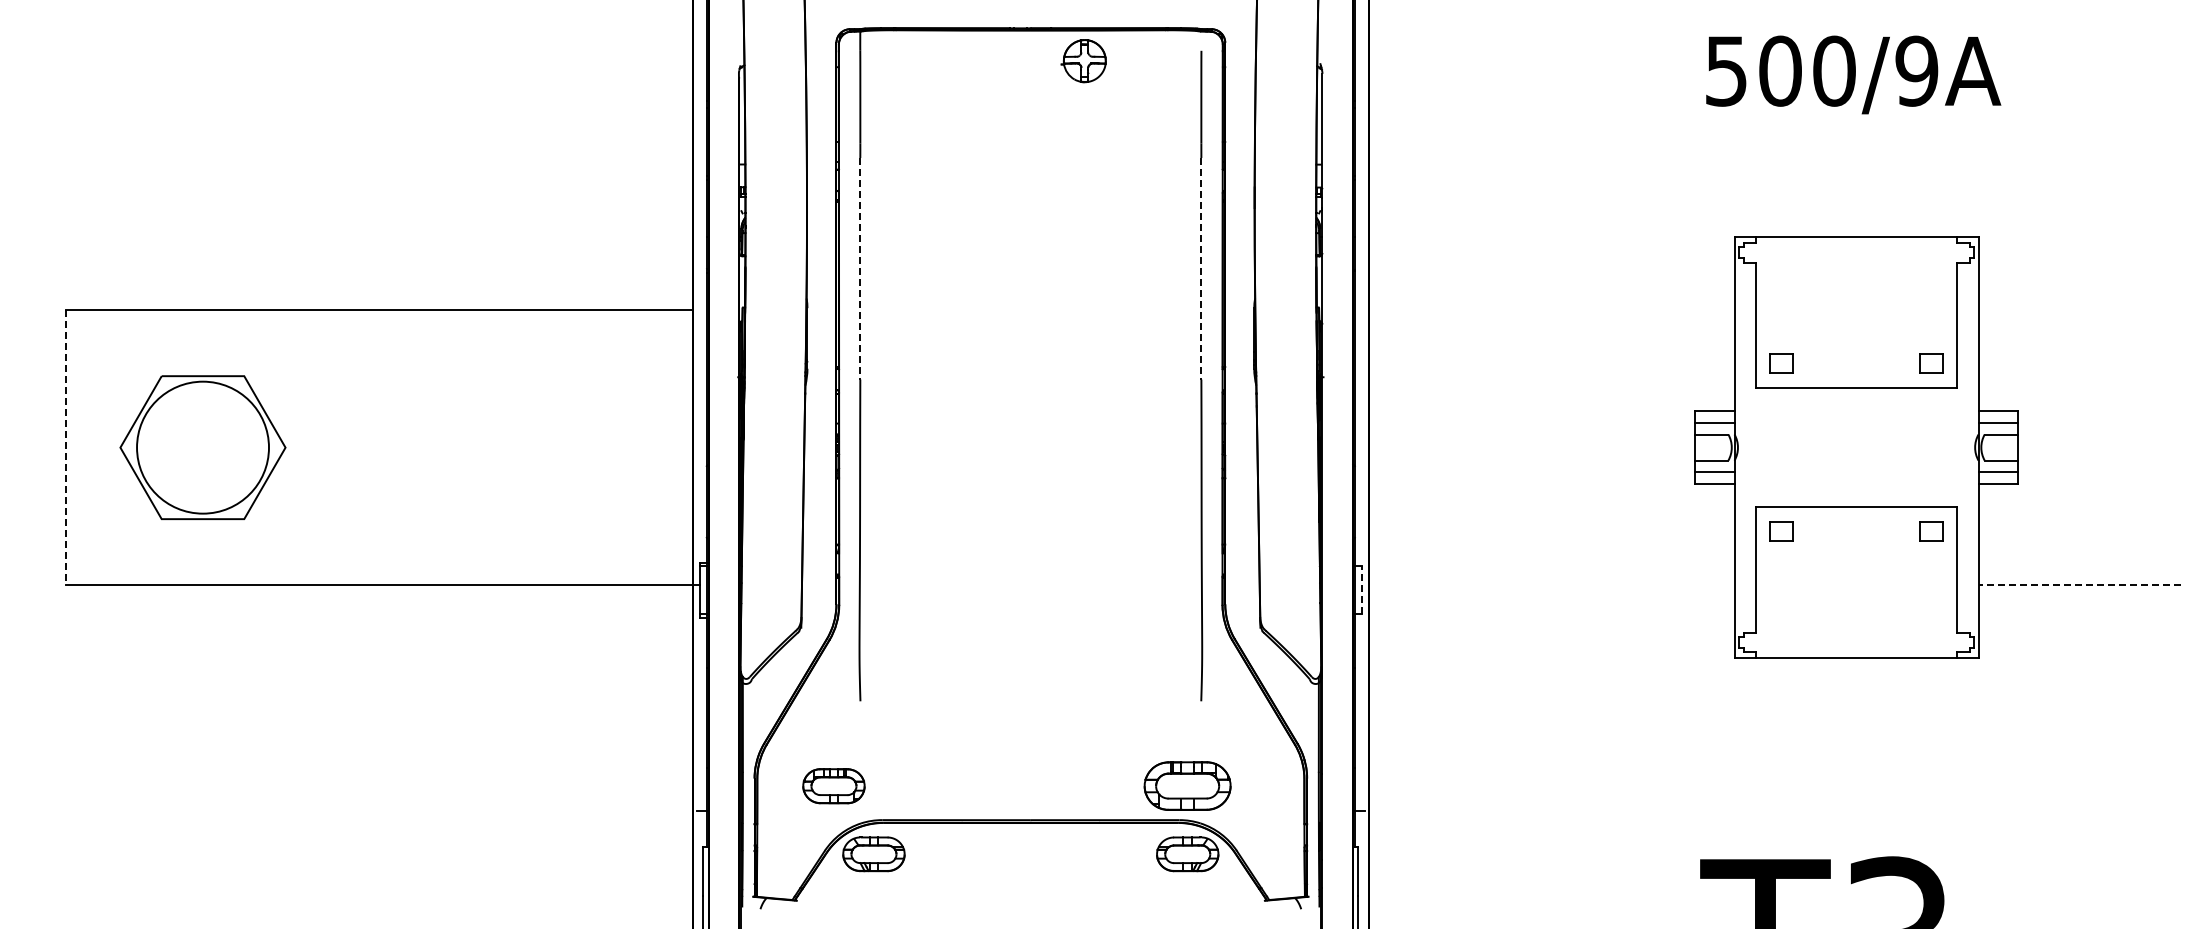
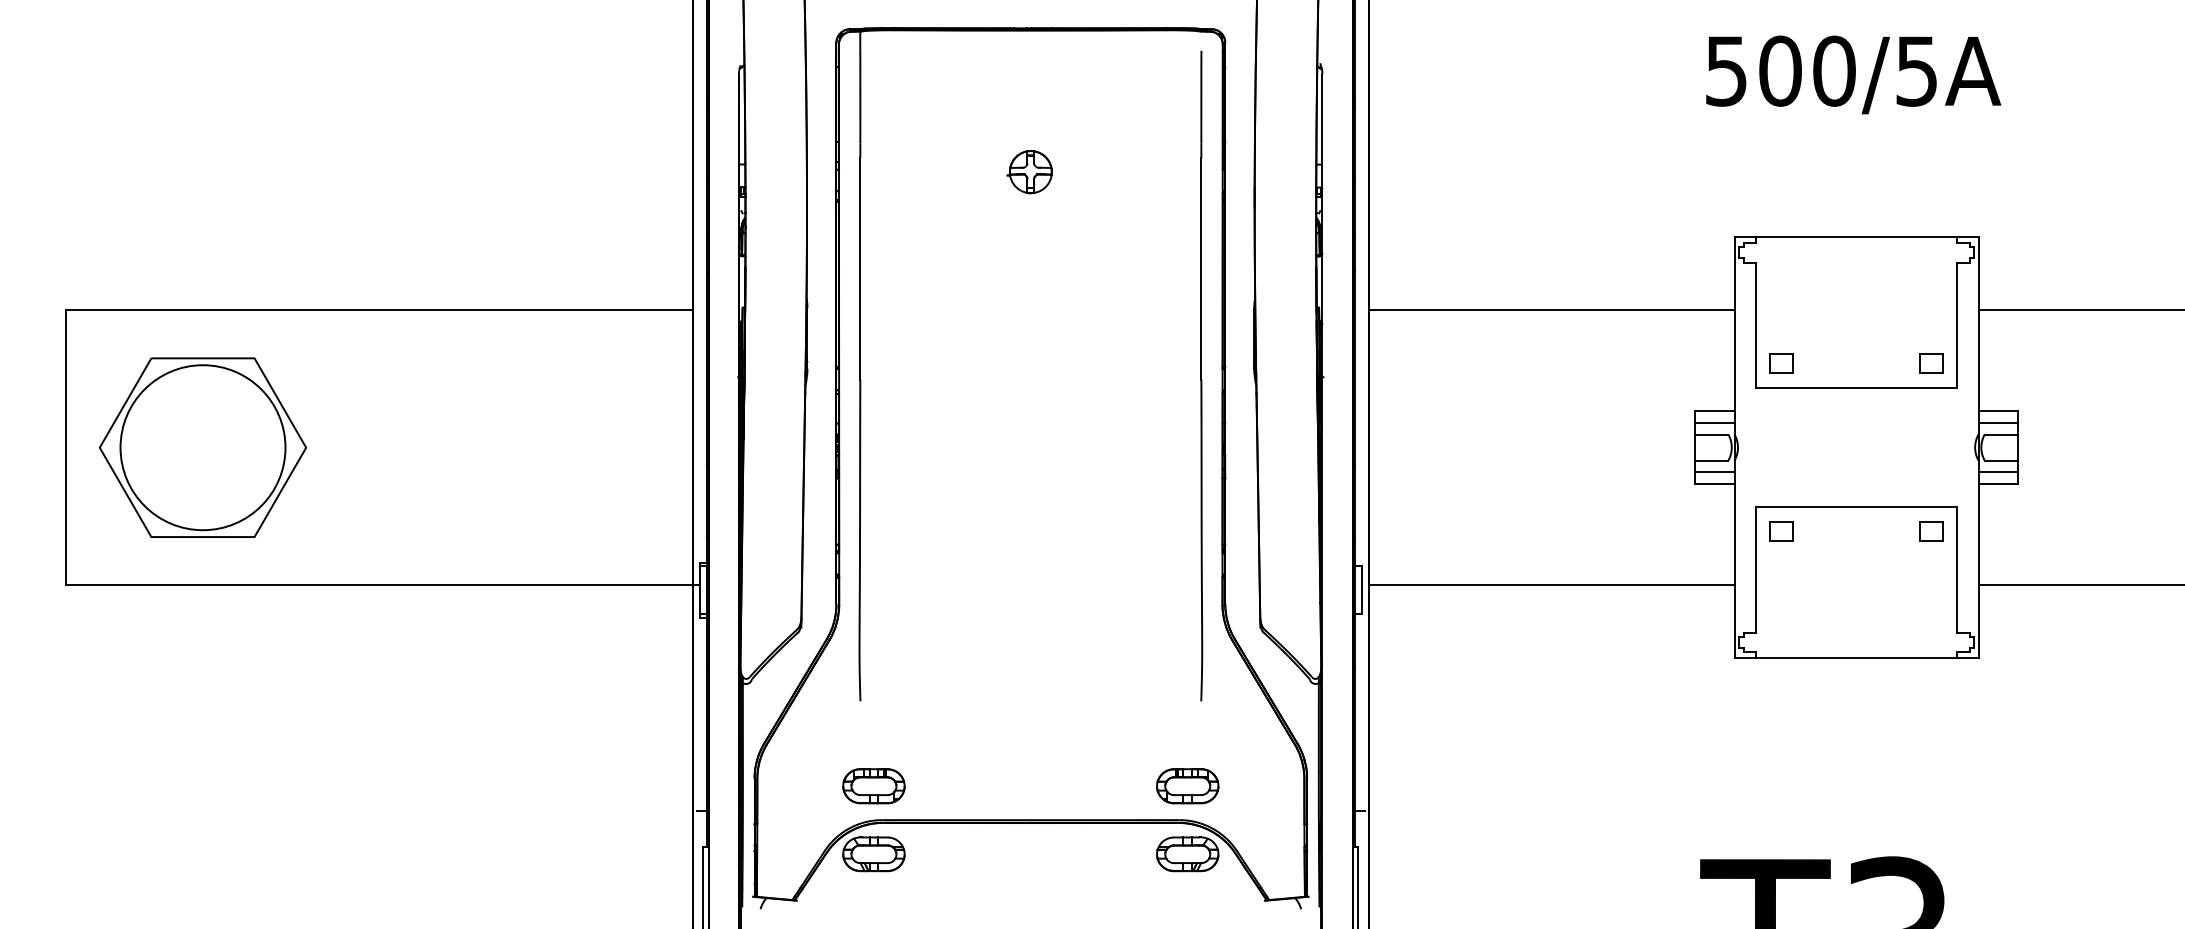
part at (1083, 61) position: (1083, 61) -> (1029, 172)
text at (1916, 70): 500/9A -> 500/5A
line at (860, 268): dashed -> solid
line at (1201, 268): dashed -> solid
line at (1551, 310): none -> present
line at (2079, 310): none -> present
part at (202, 447) size: 168x145 px -> 210x181 px
line at (65, 448): dashed -> solid
line at (1551, 585): none -> present
line at (2081, 585): dashed -> solid
line at (1361, 590): dashed -> solid
part at (1187, 785) size: 89x50 px -> 64x37 px
part at (833, 786) position: (833, 786) -> (873, 786)
